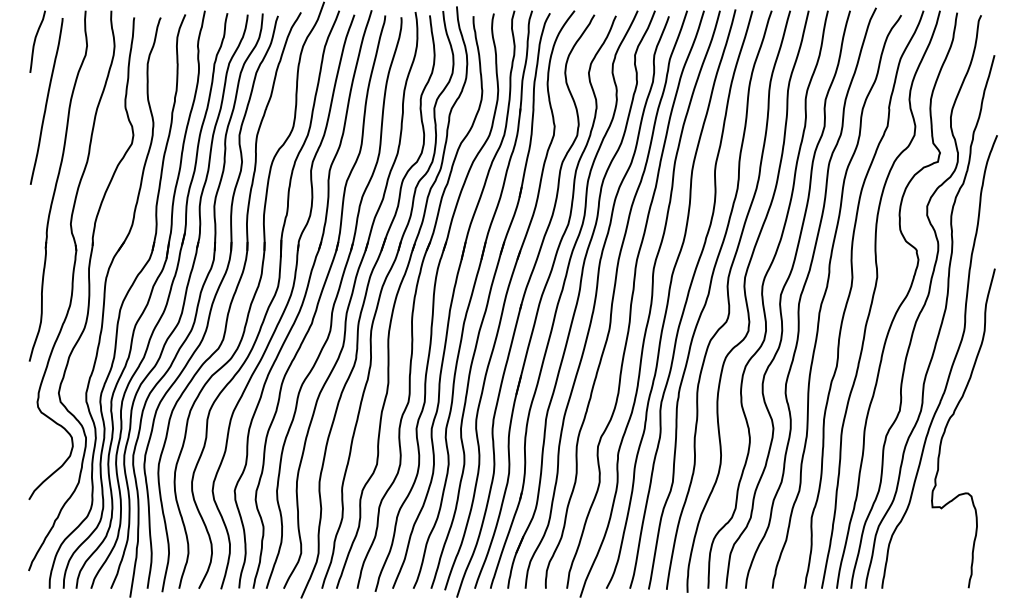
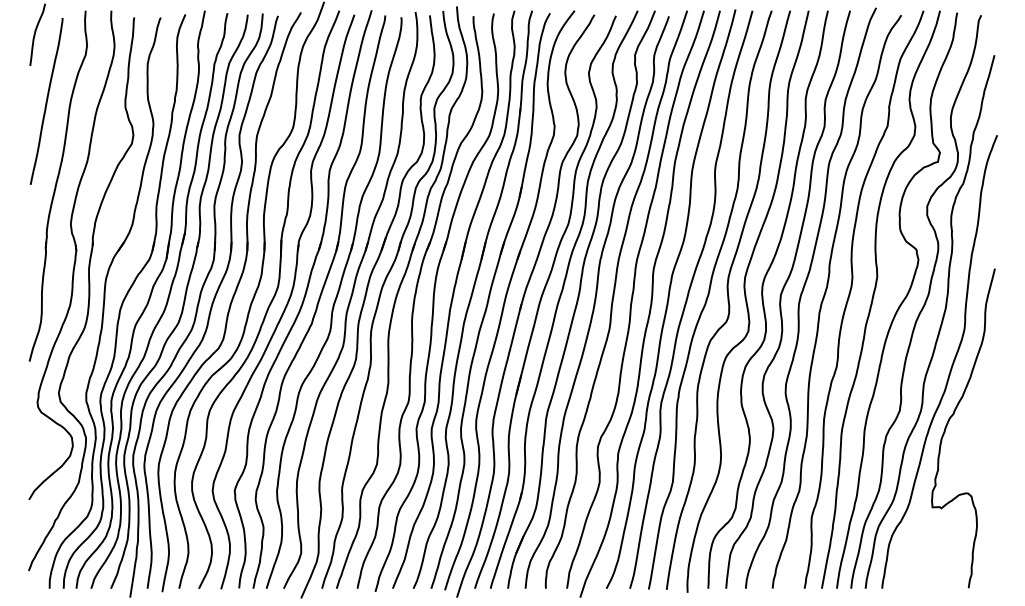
curve at (35, 41) position: (35, 41) -> (35, 34)
